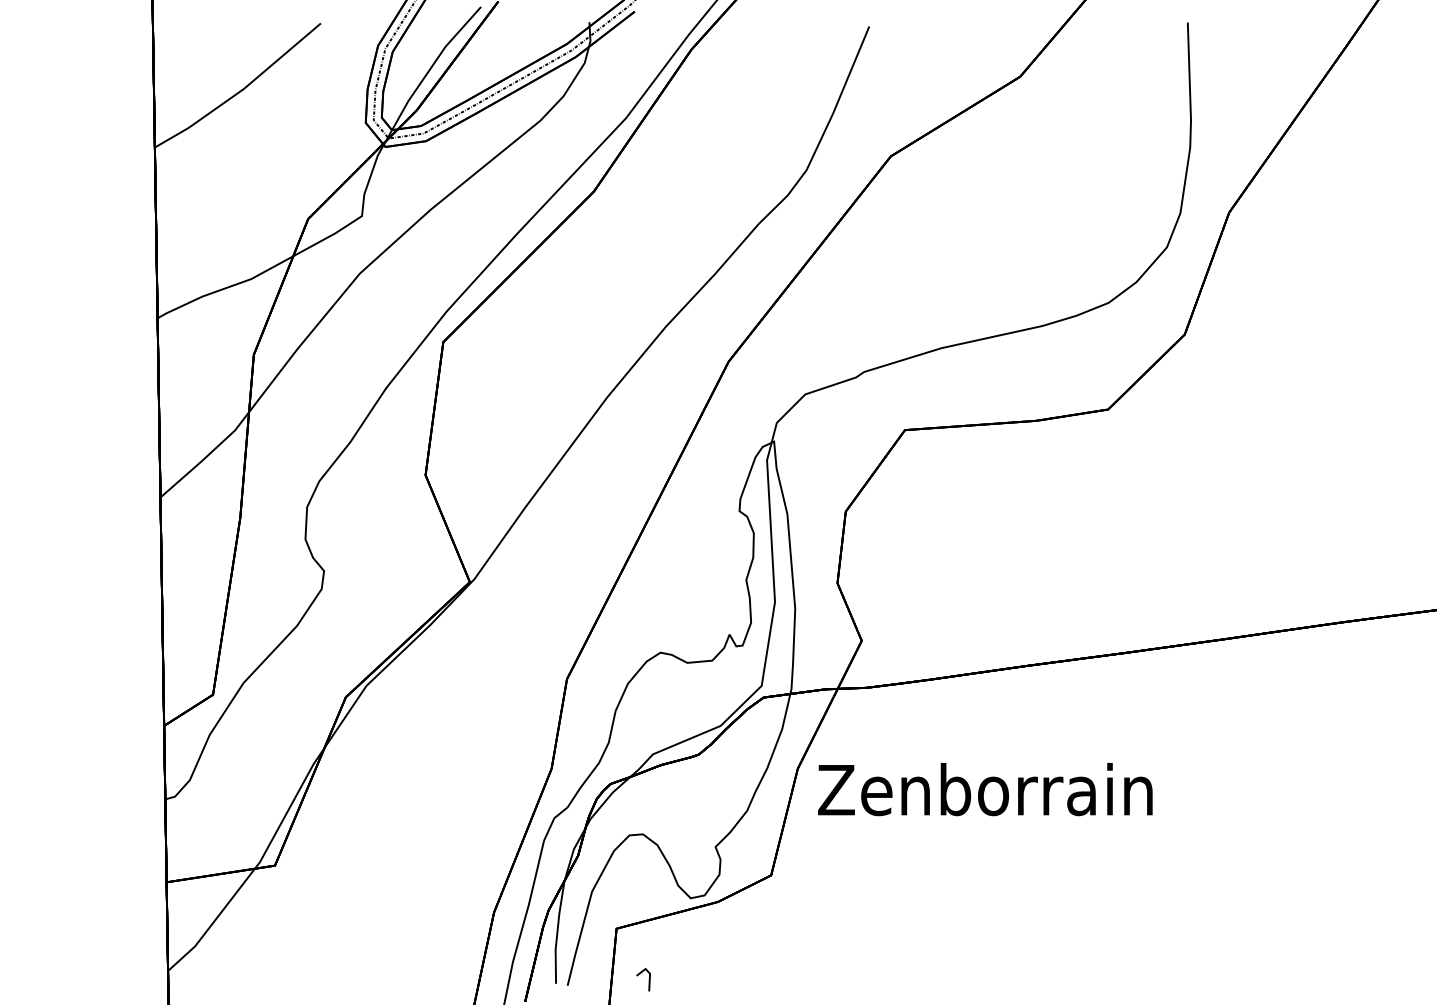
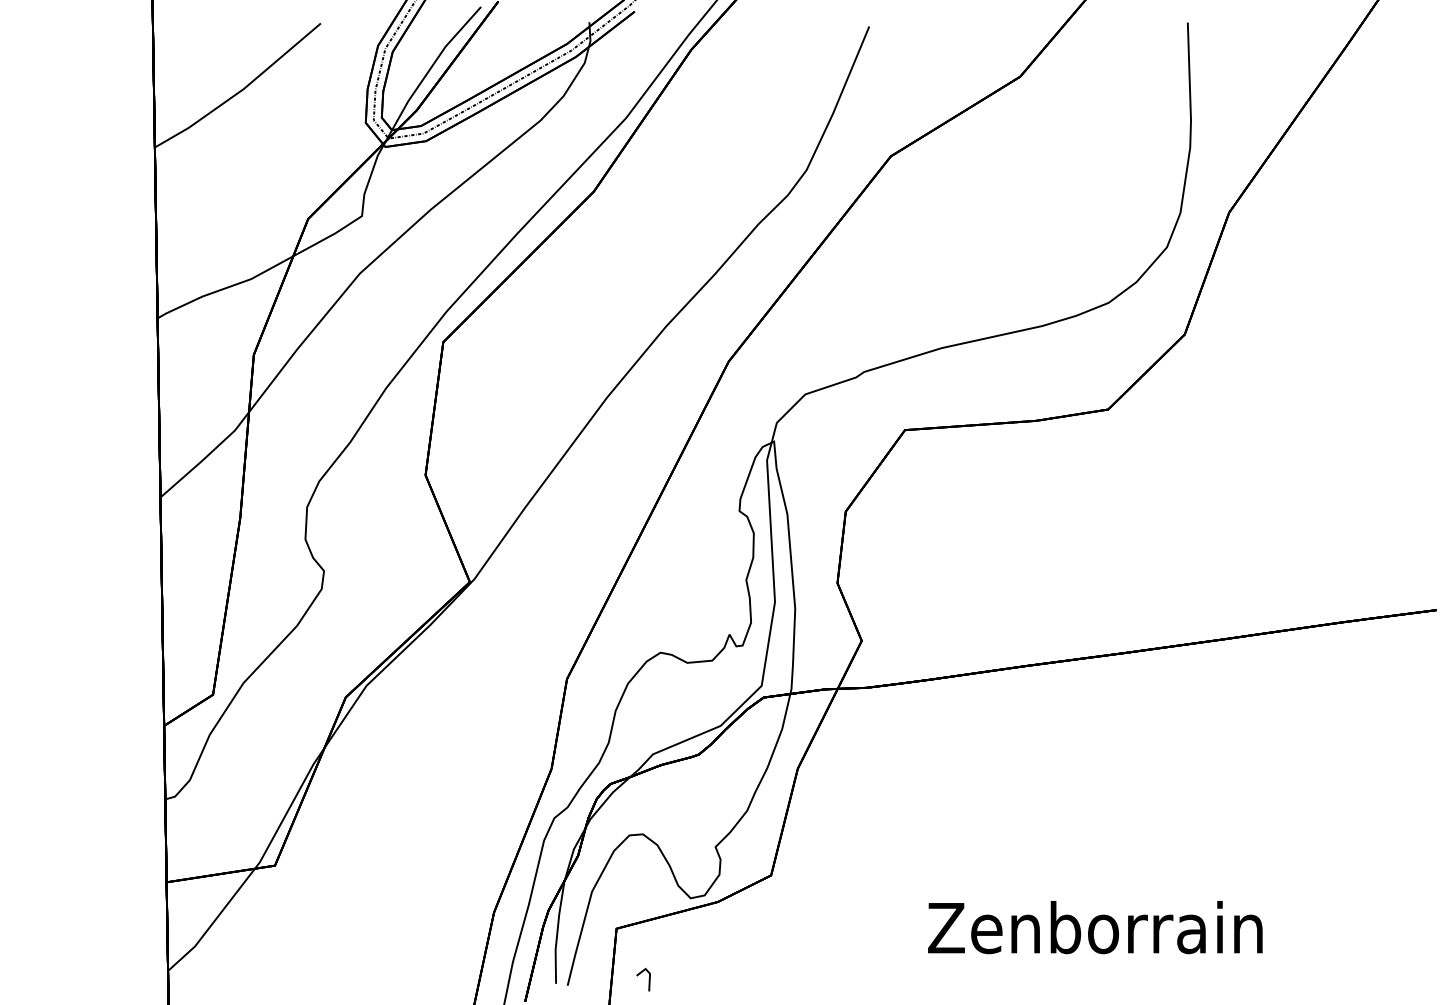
text at (985, 789) position: (985, 789) -> (1095, 927)
